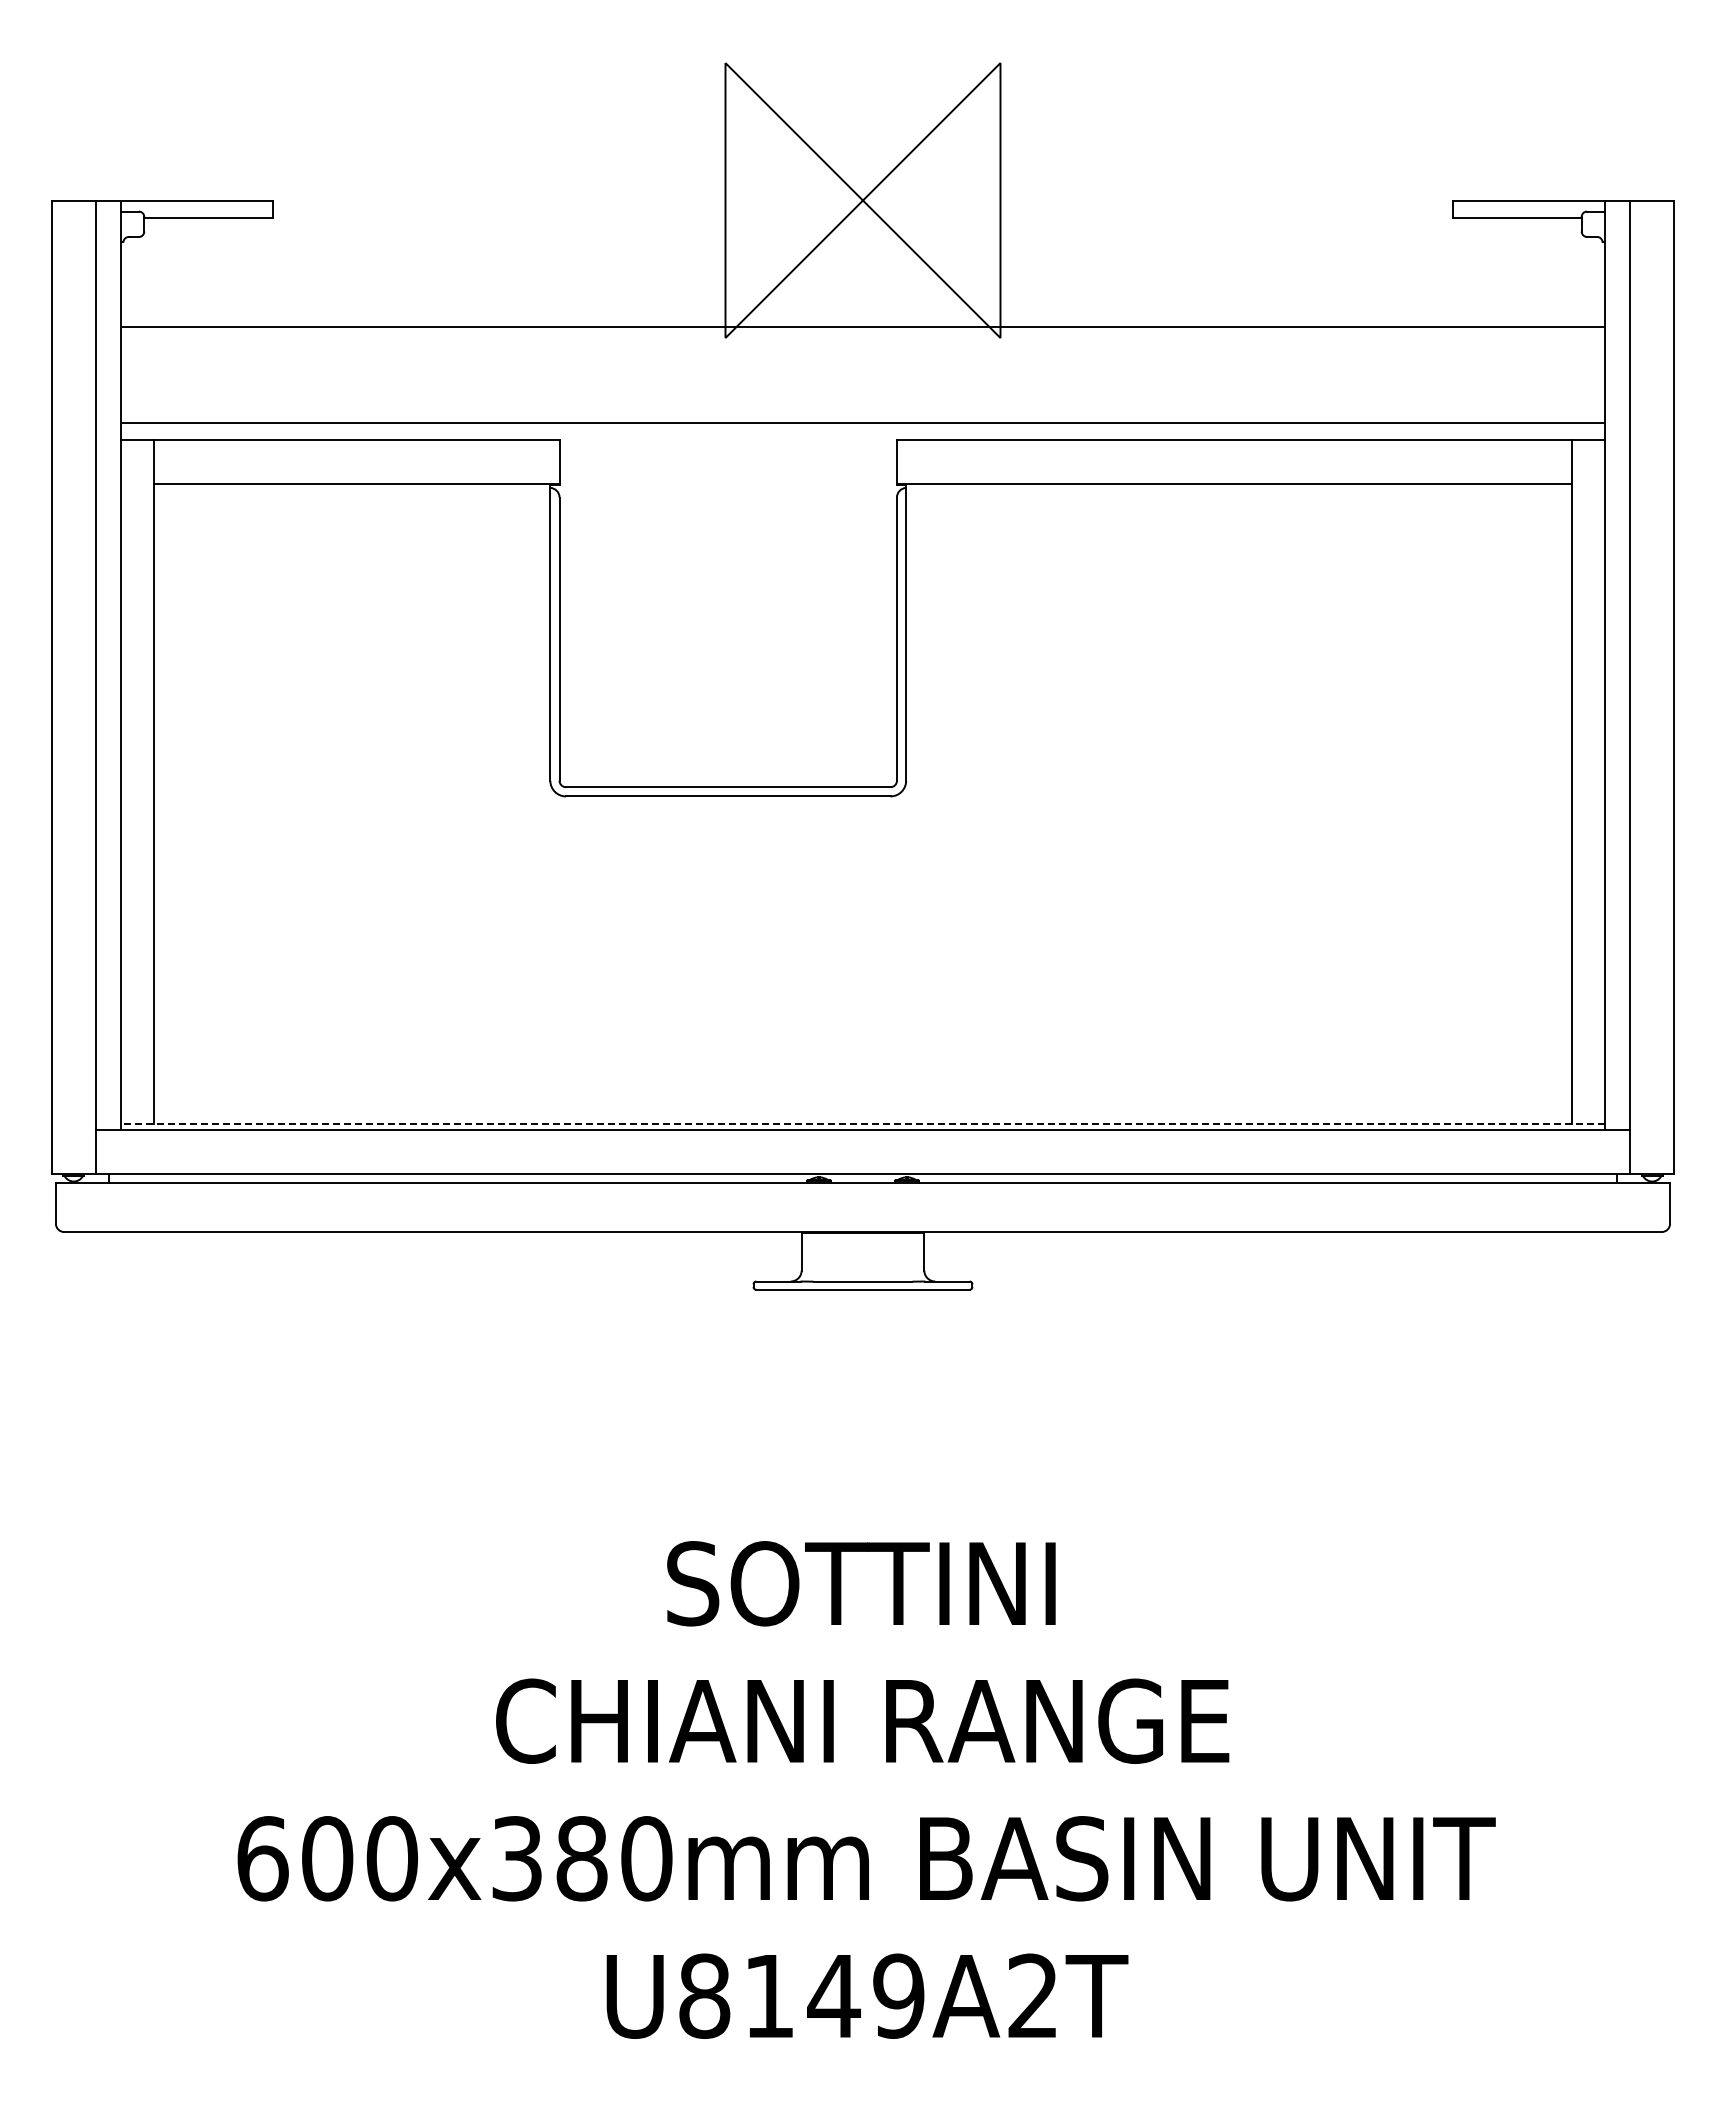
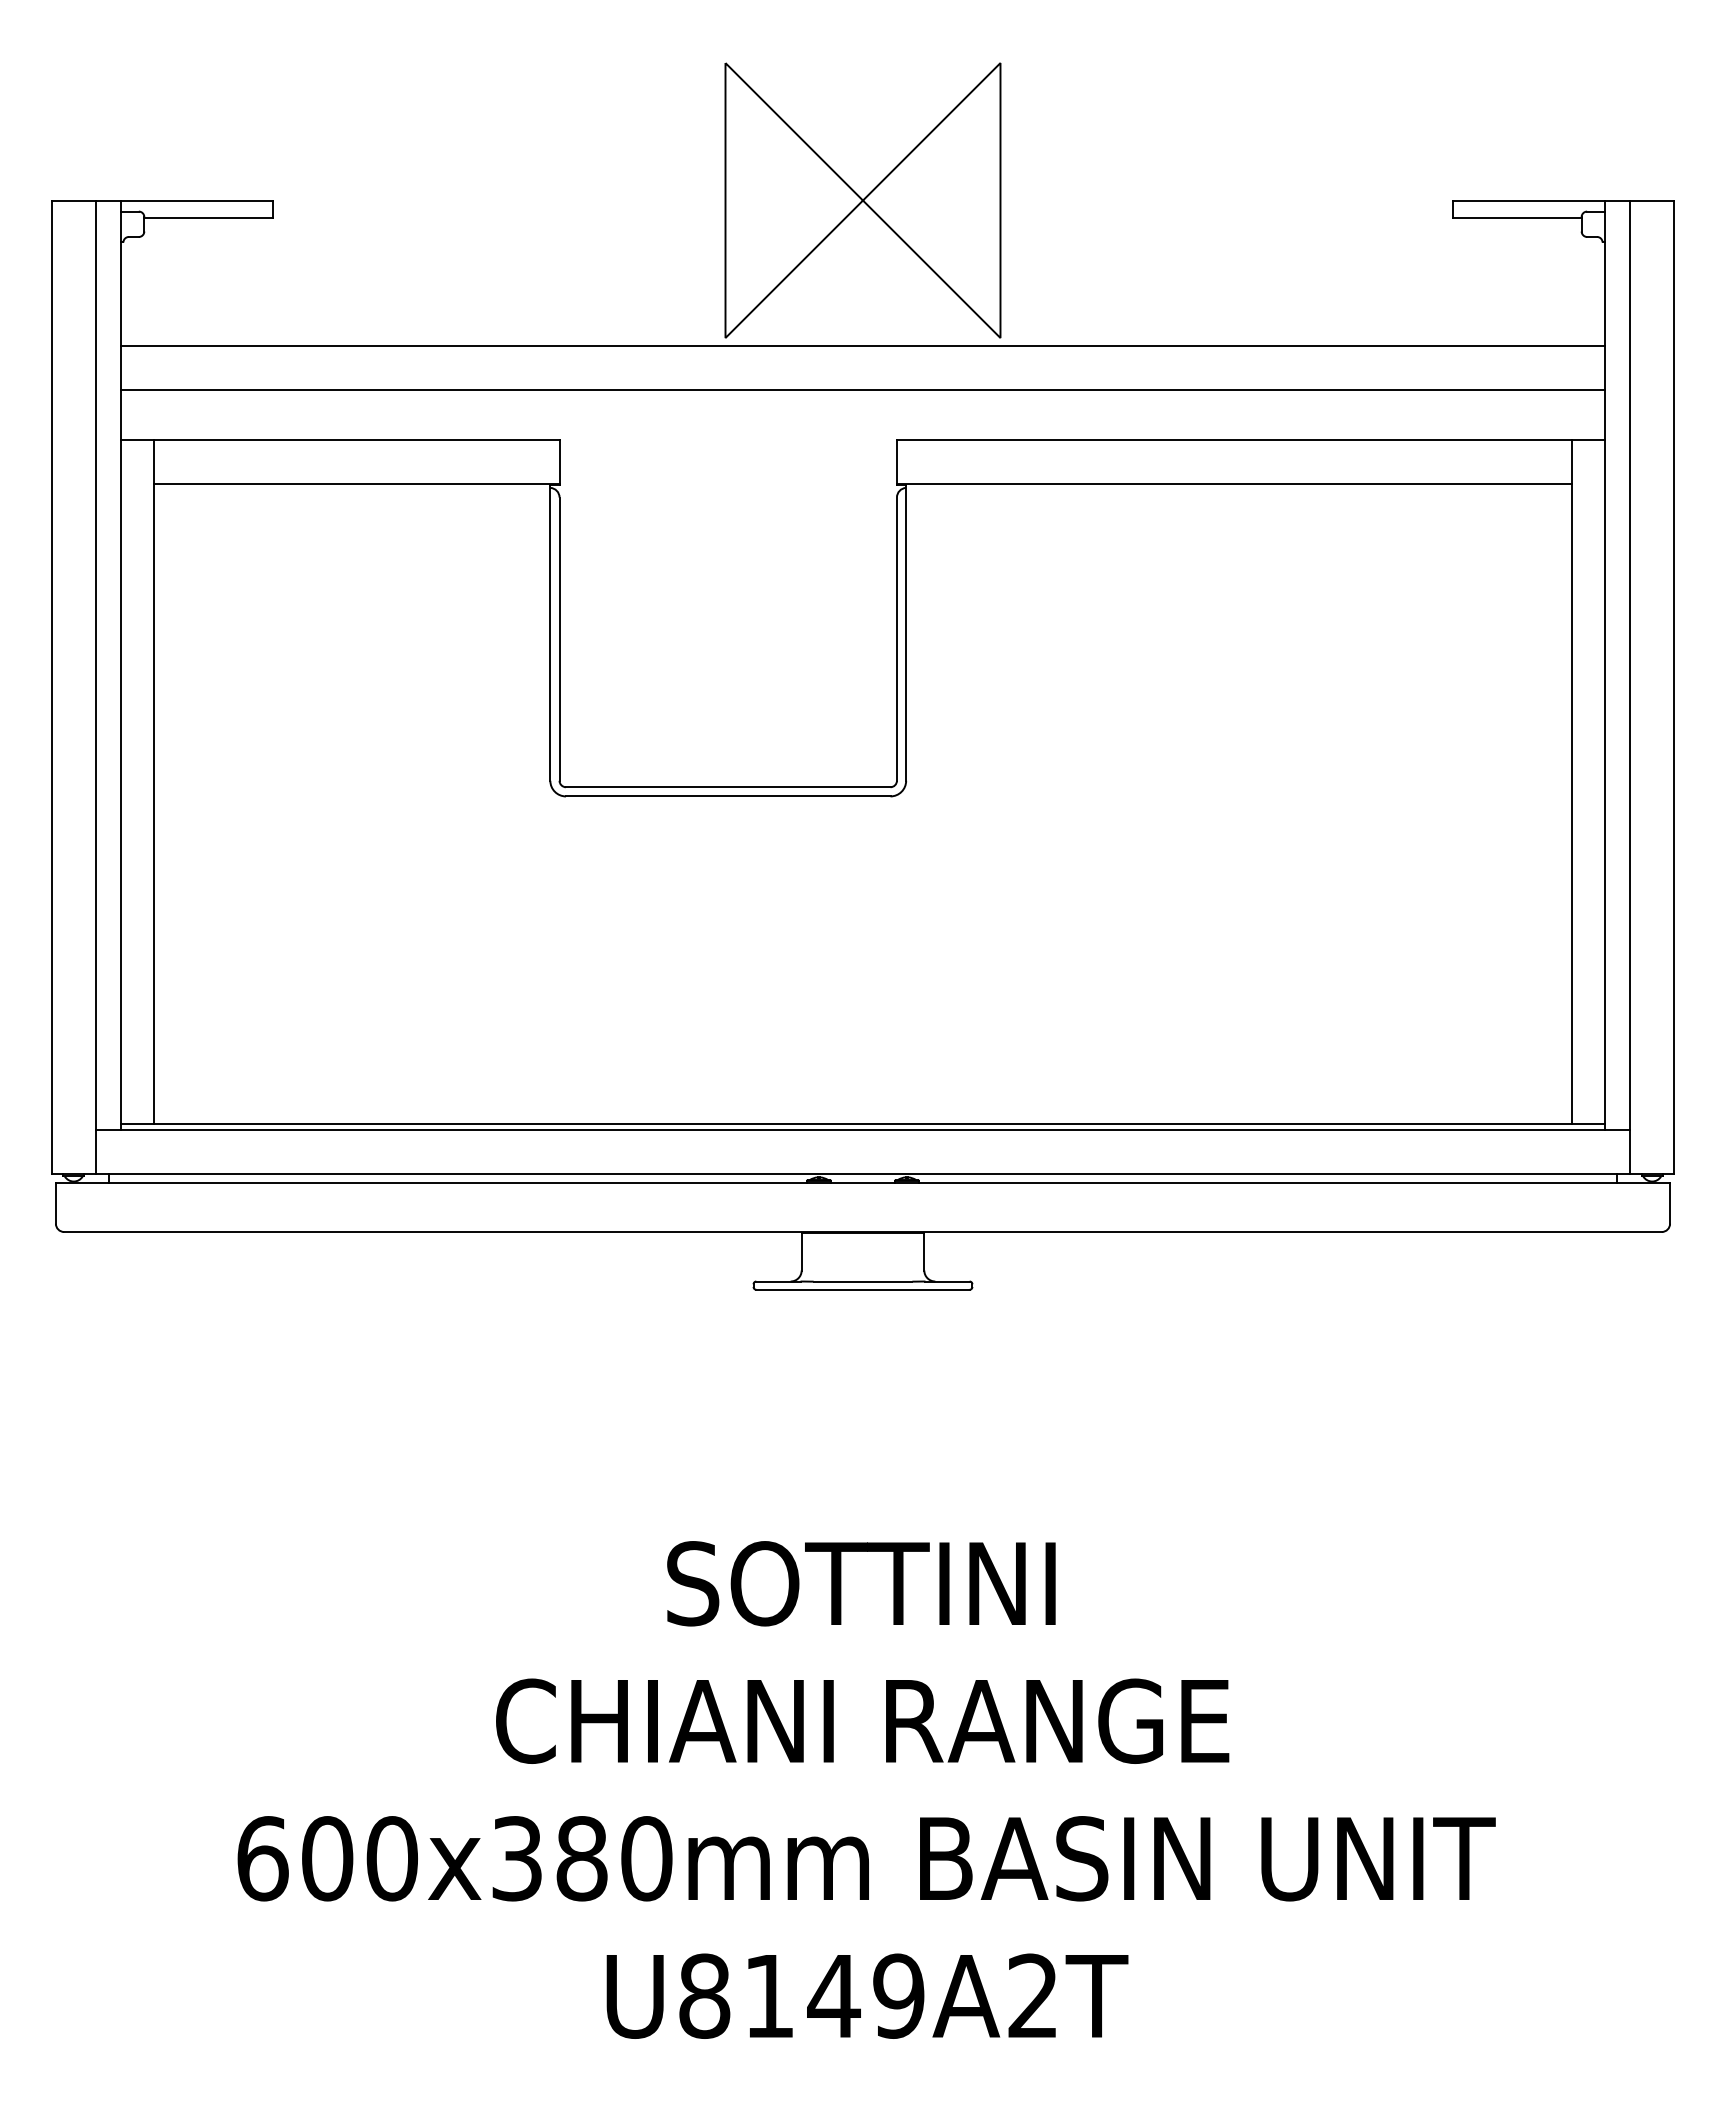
line at (862, 327) position: (862, 327) -> (862, 346)
line at (862, 423) position: (862, 423) -> (862, 390)
line at (862, 1124): dashed -> solid
